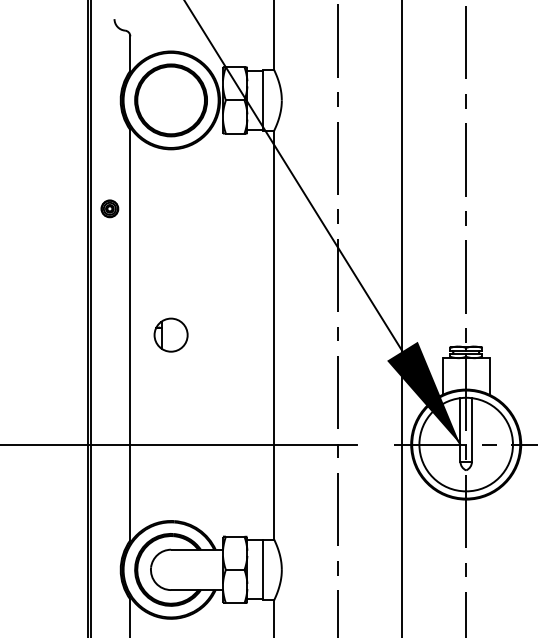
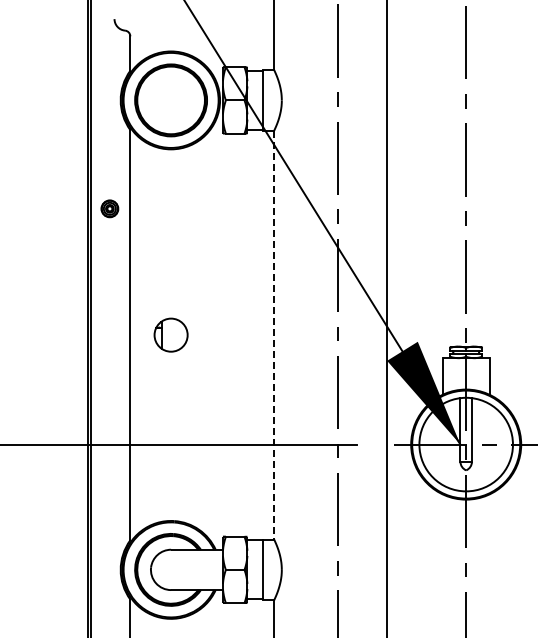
line at (402, 318) position: (402, 318) -> (387, 318)
line at (274, 335): solid -> dashed
